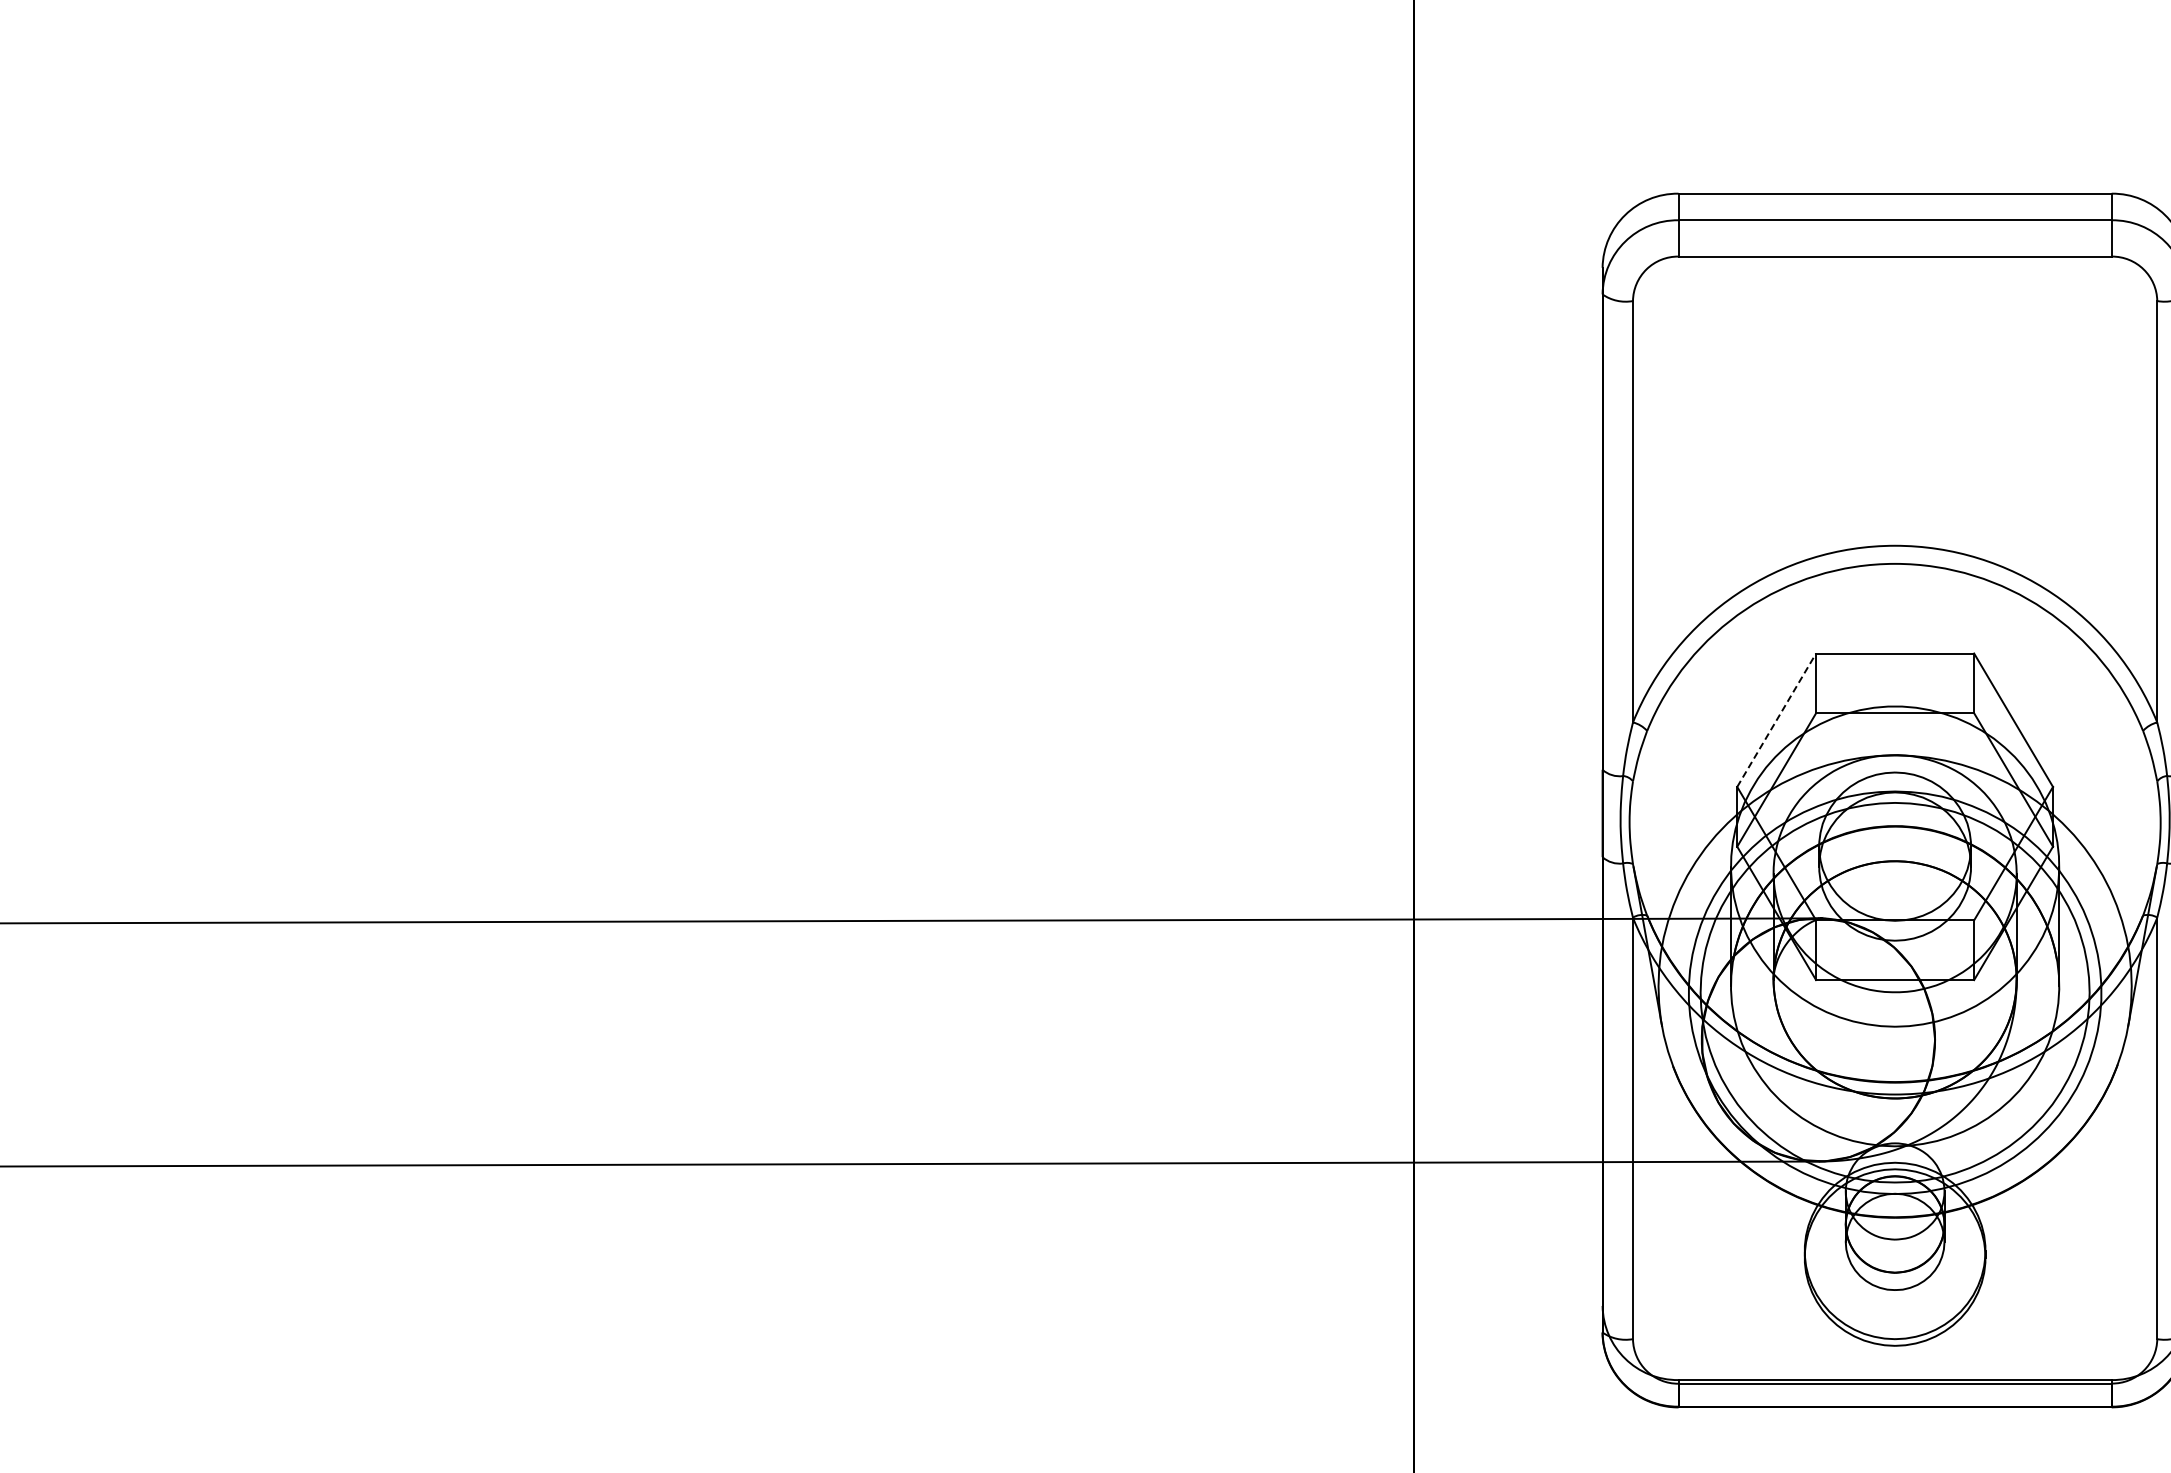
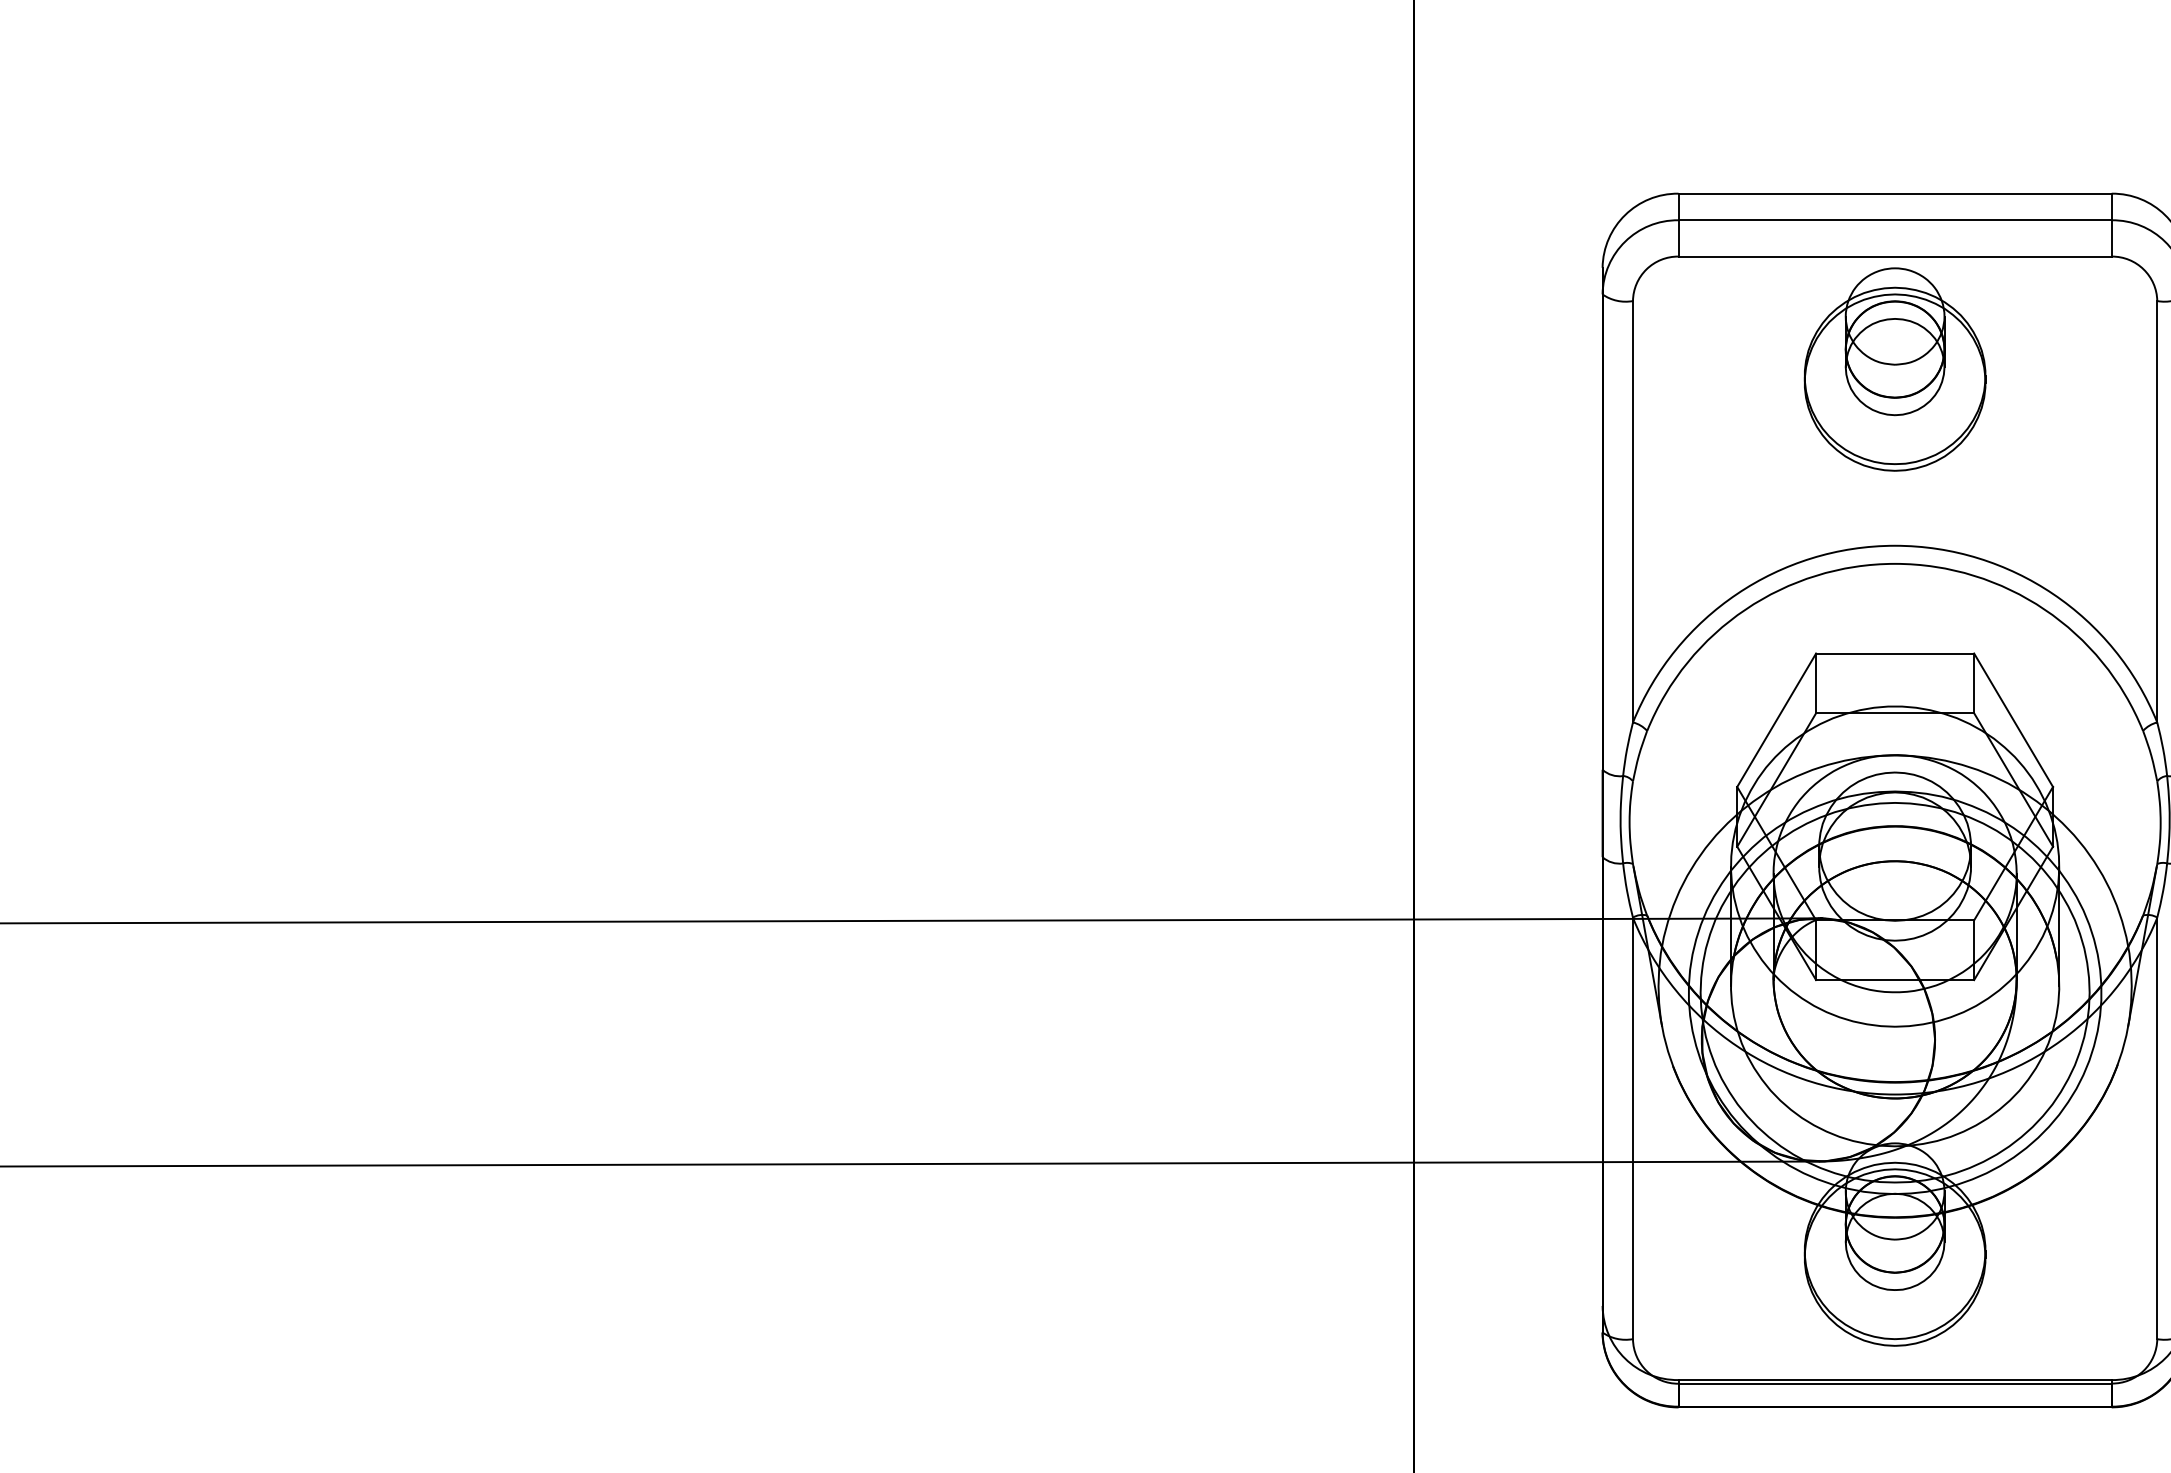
part at (1894, 369): none -> present
line at (1776, 719): dashed -> solid
